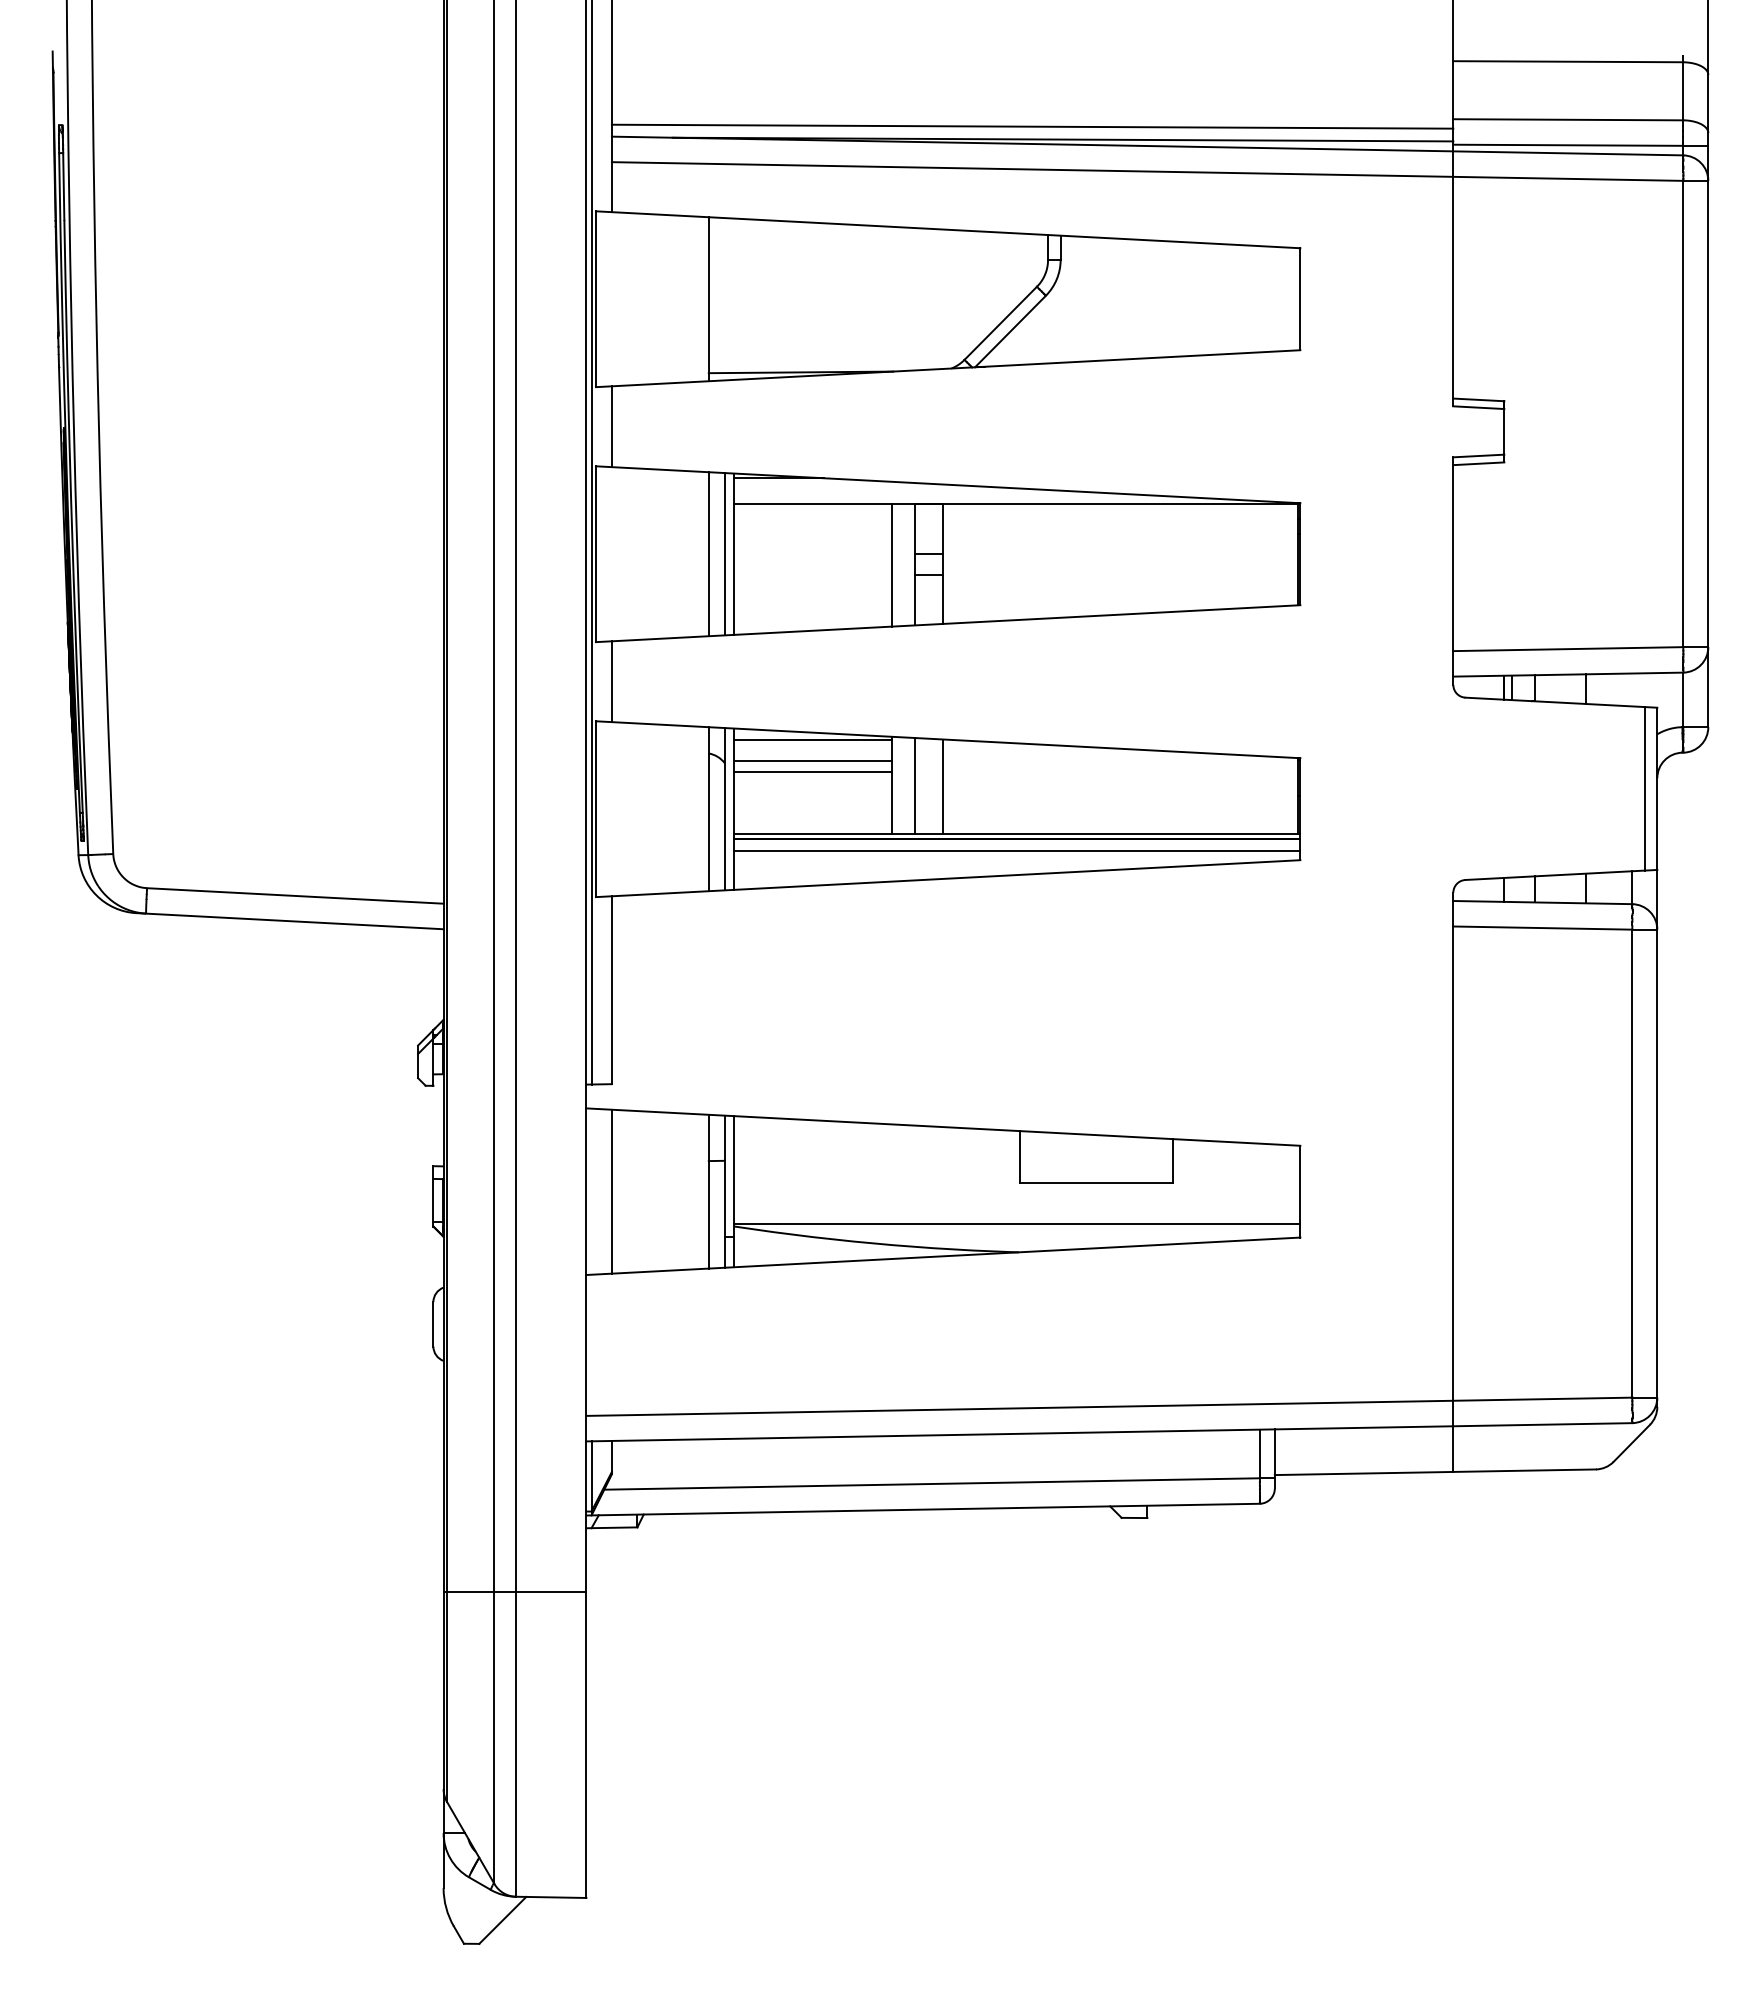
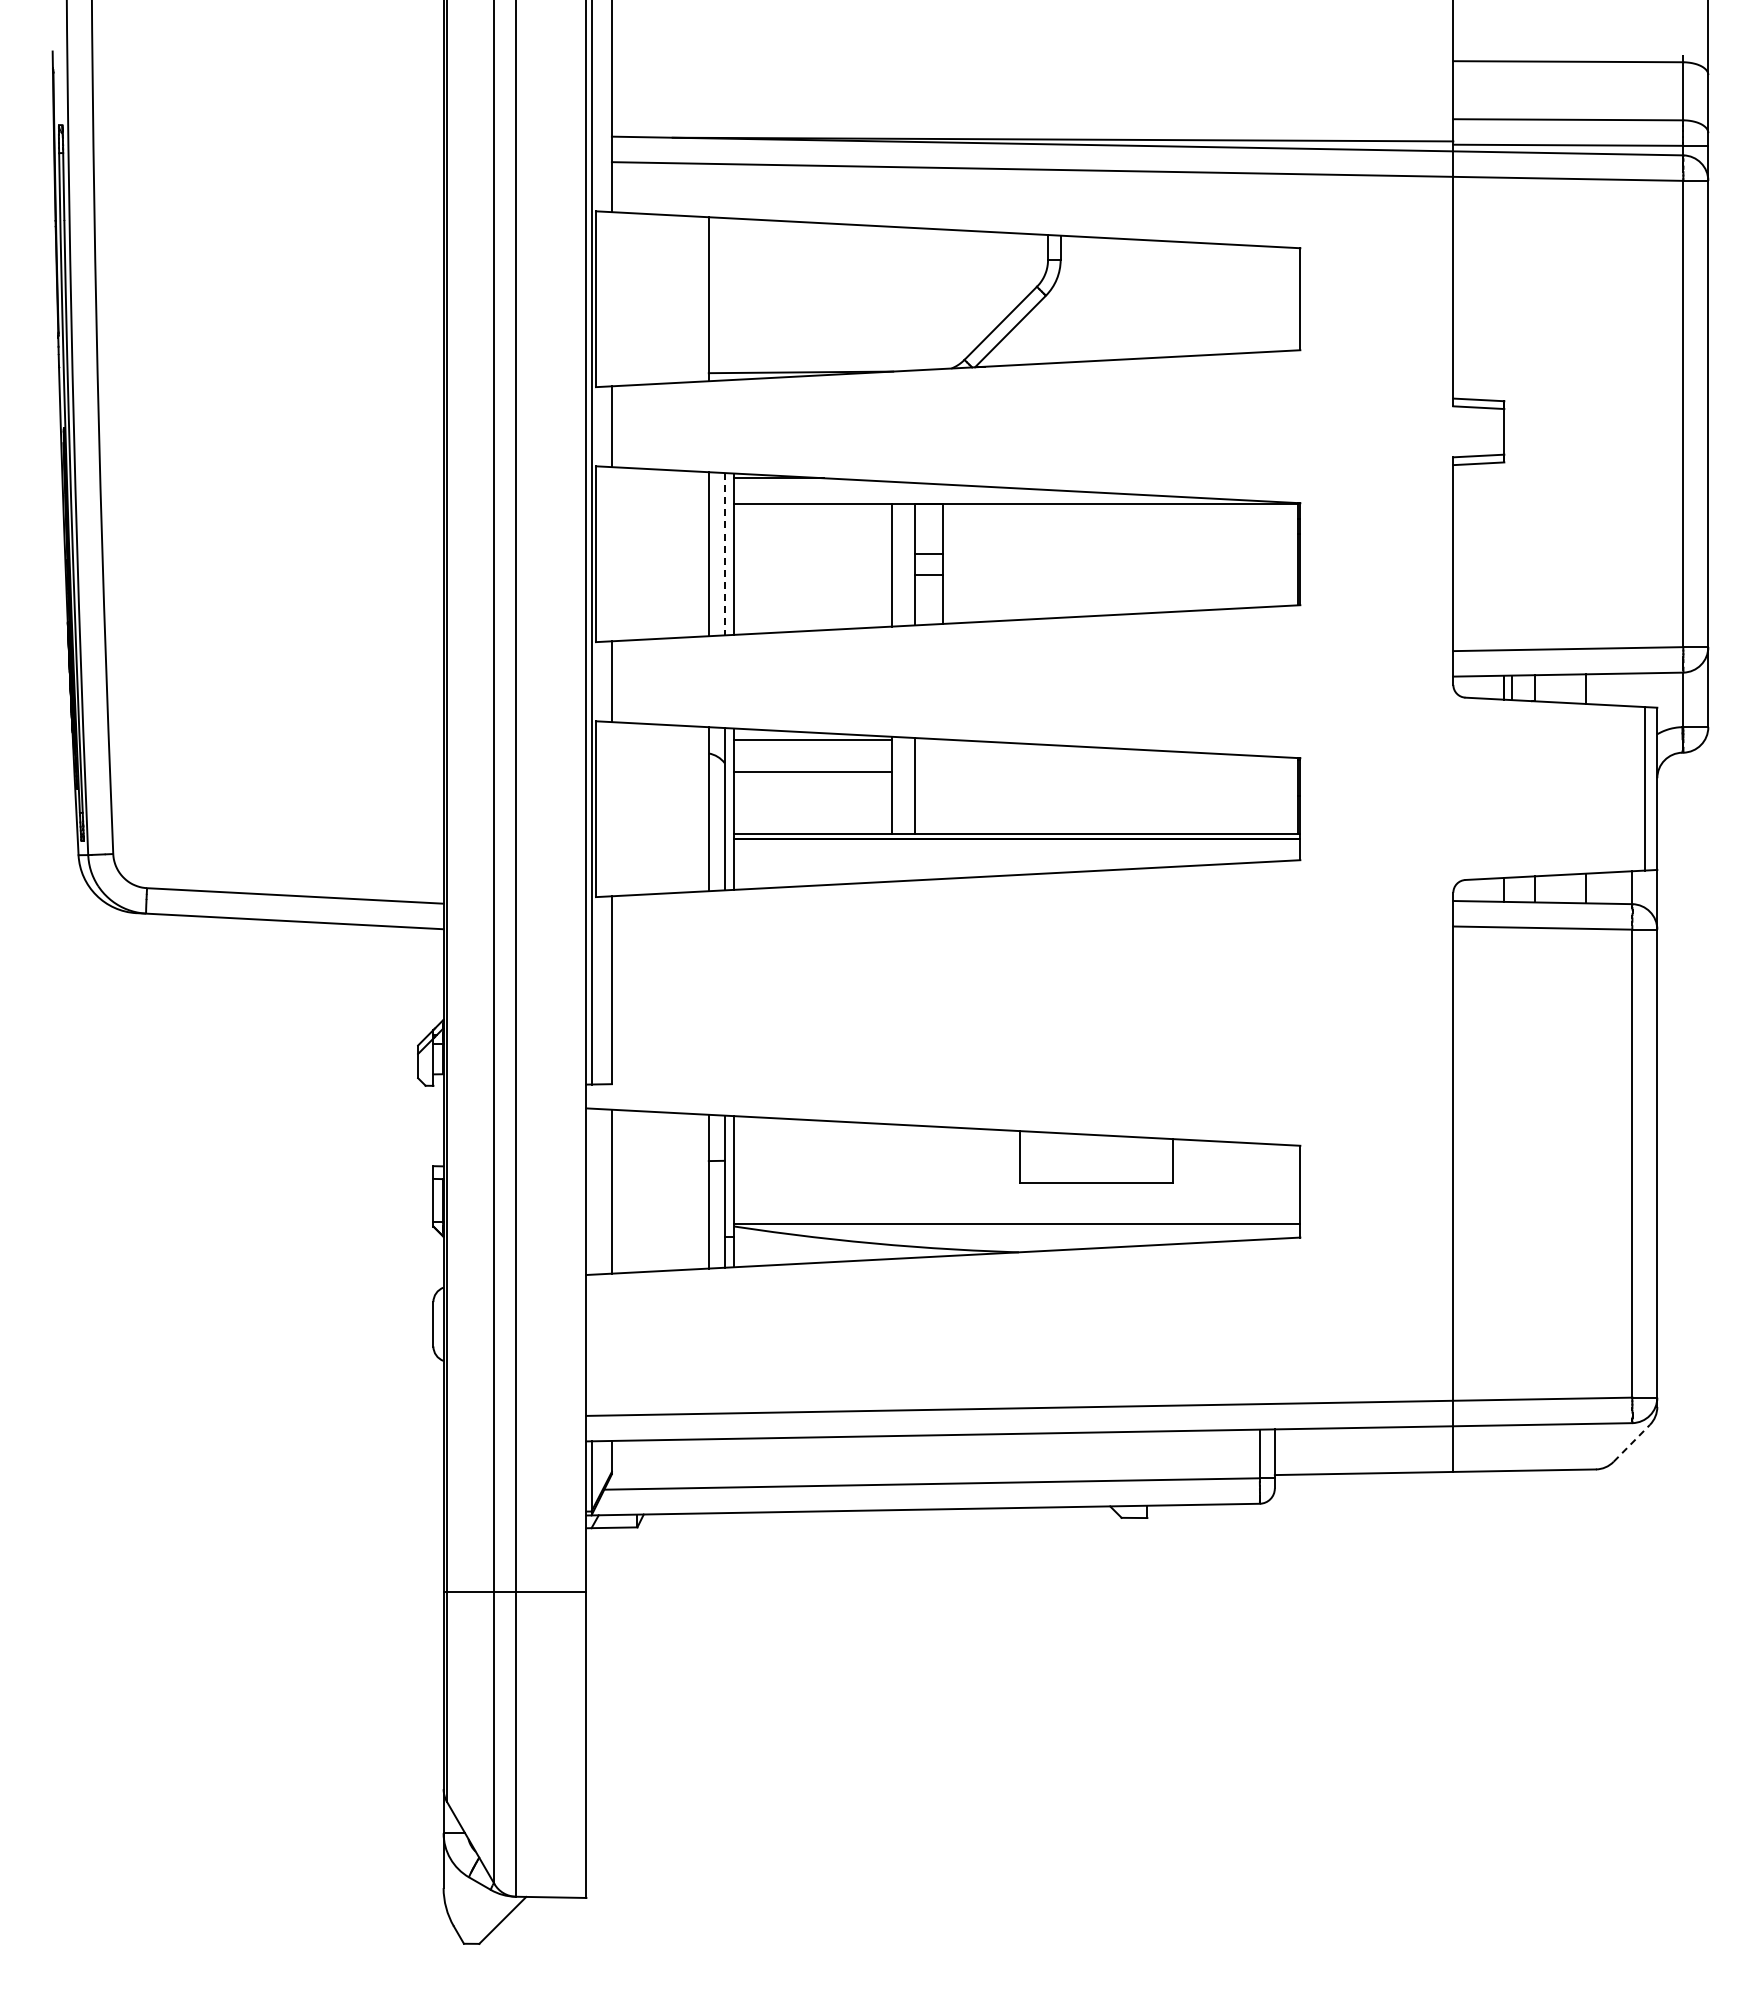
line at (1032, 126): present -> none
line at (724, 554): solid -> dashed
line at (813, 761): present -> none
line at (943, 786): present -> none
line at (1017, 851): present -> none
line at (1631, 1443): solid -> dashed
